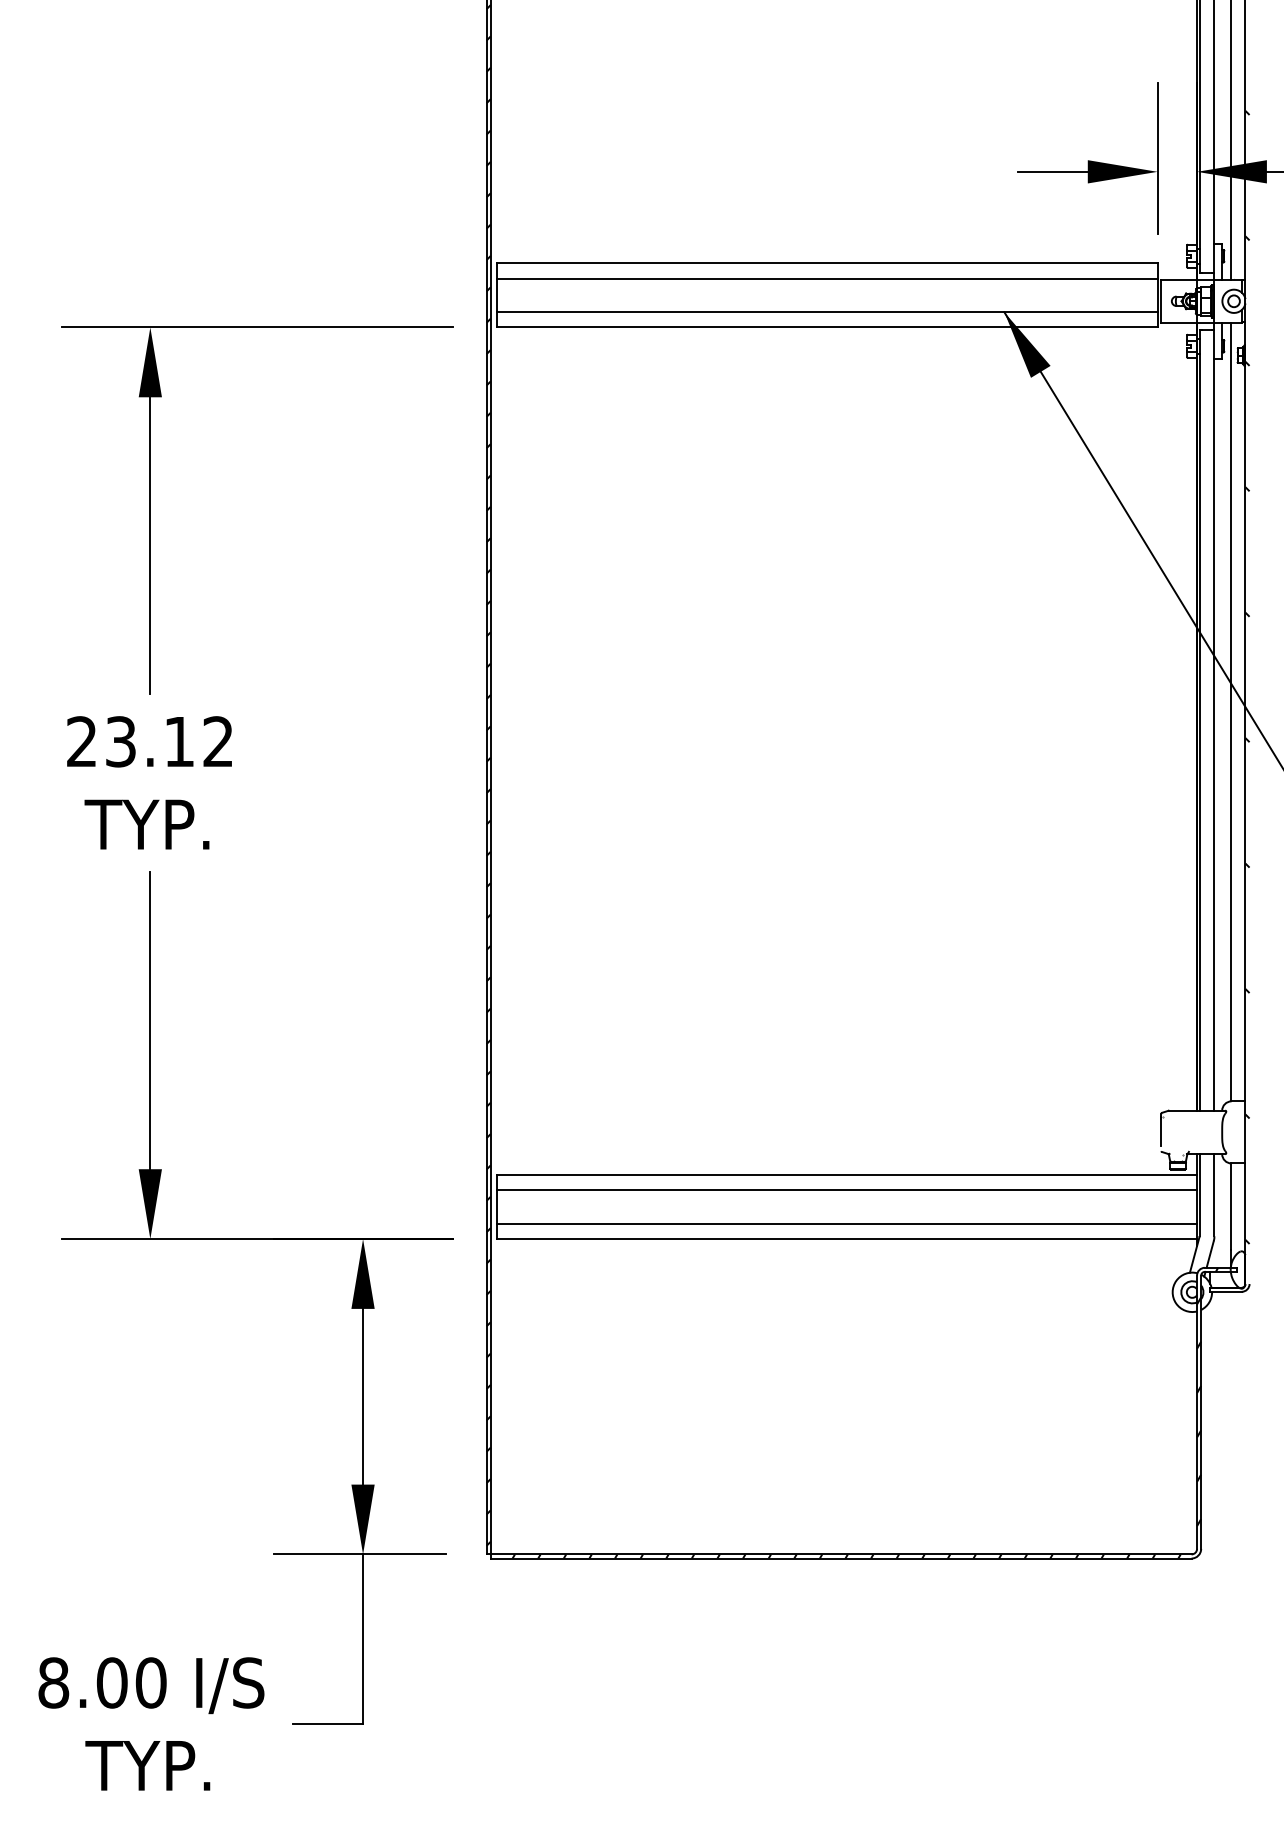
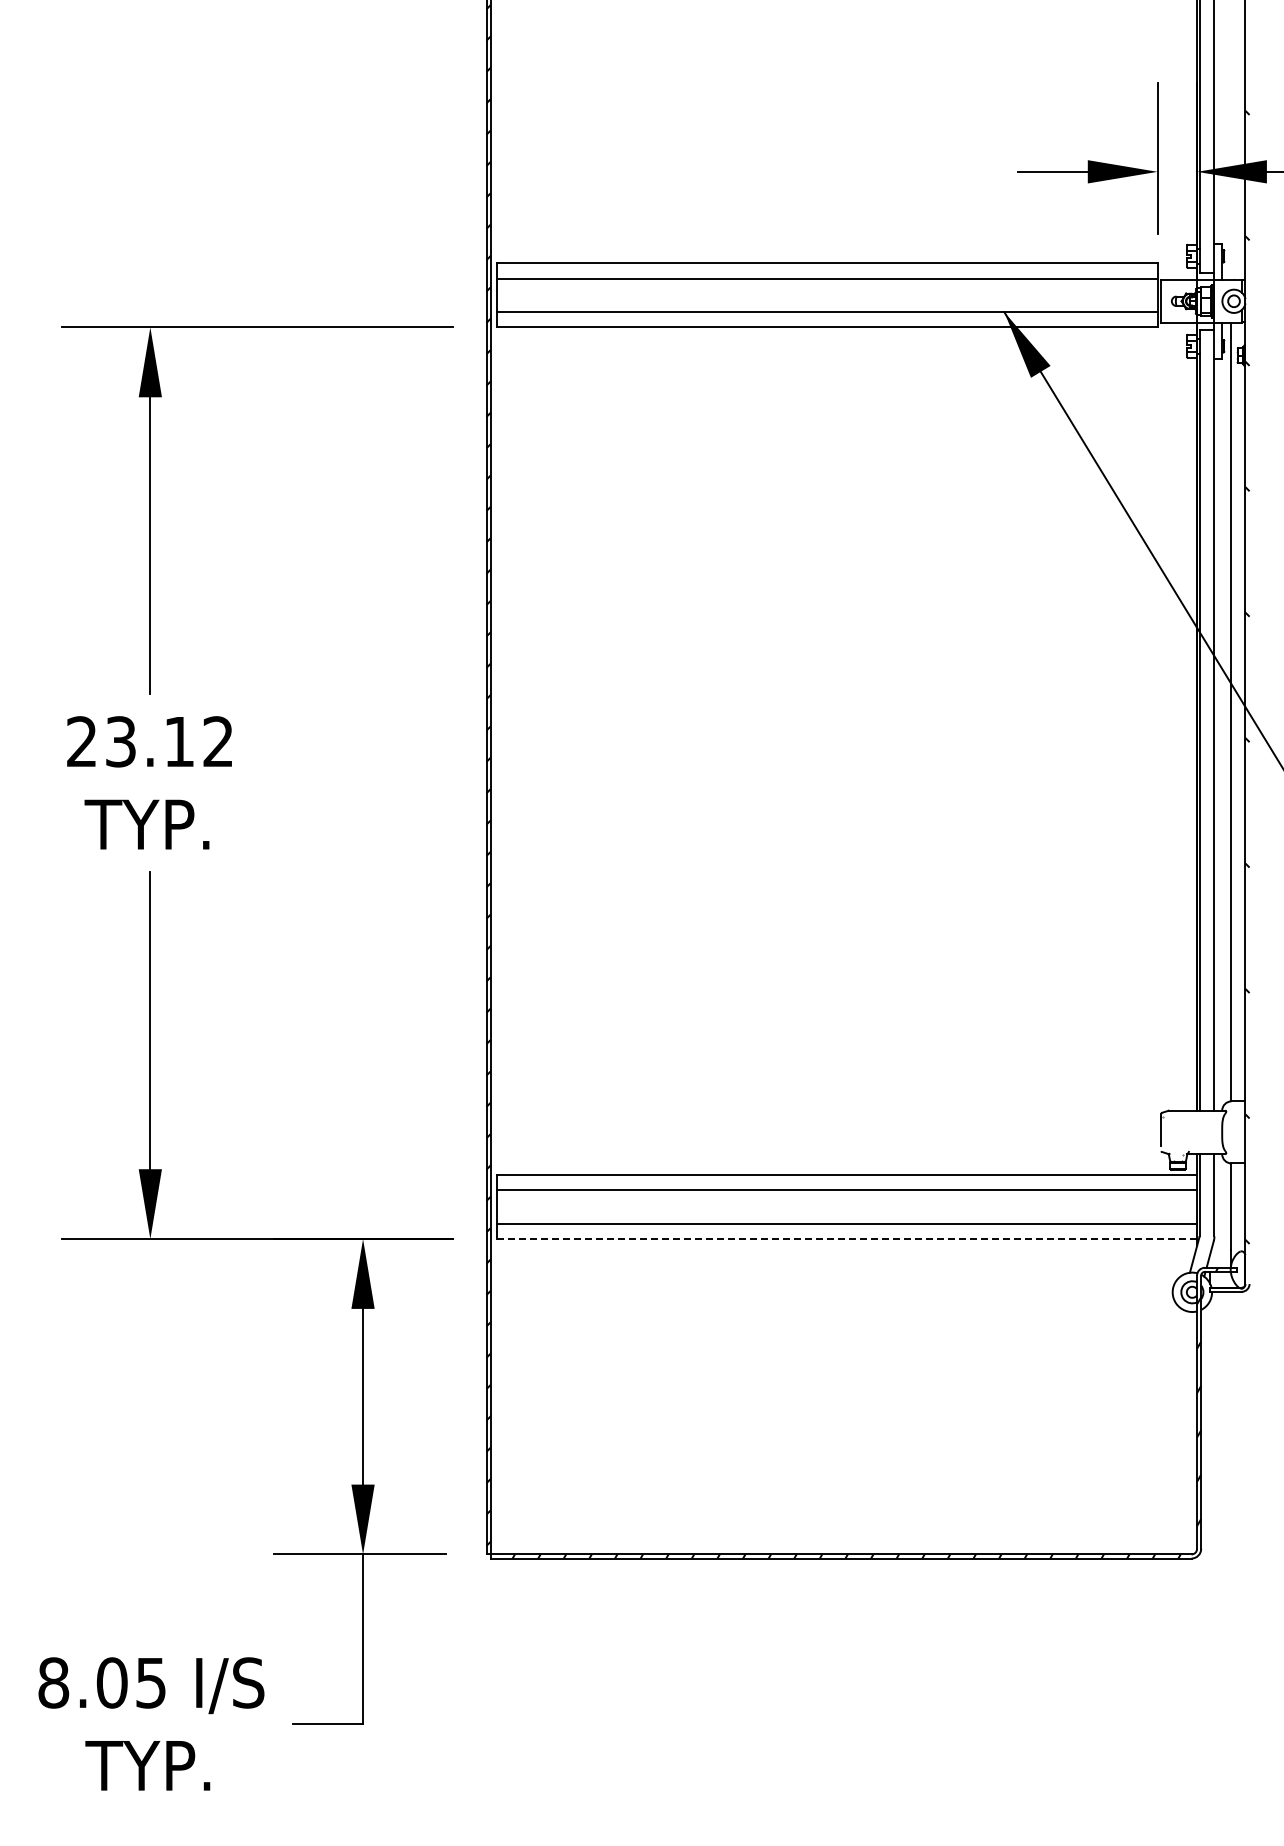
line at (1230, 140): present -> none
line at (847, 1239): solid -> dashed
text at (150, 1682): 8.00 -> 8.05
